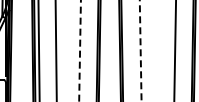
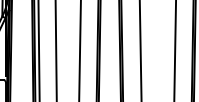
line at (140, 50): dashed -> solid
line at (80, 51): dashed -> solid
